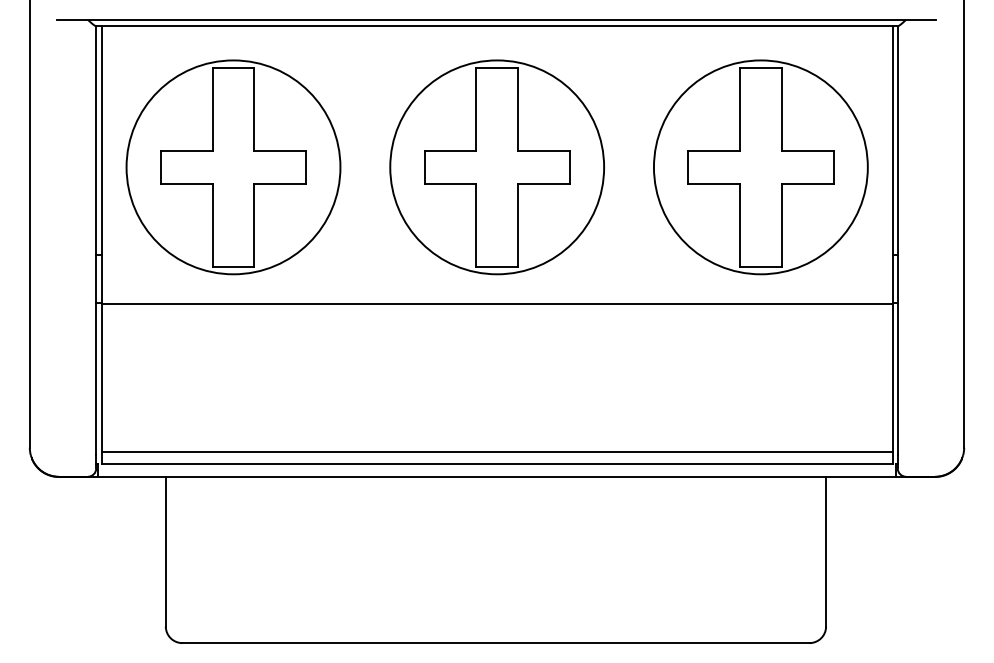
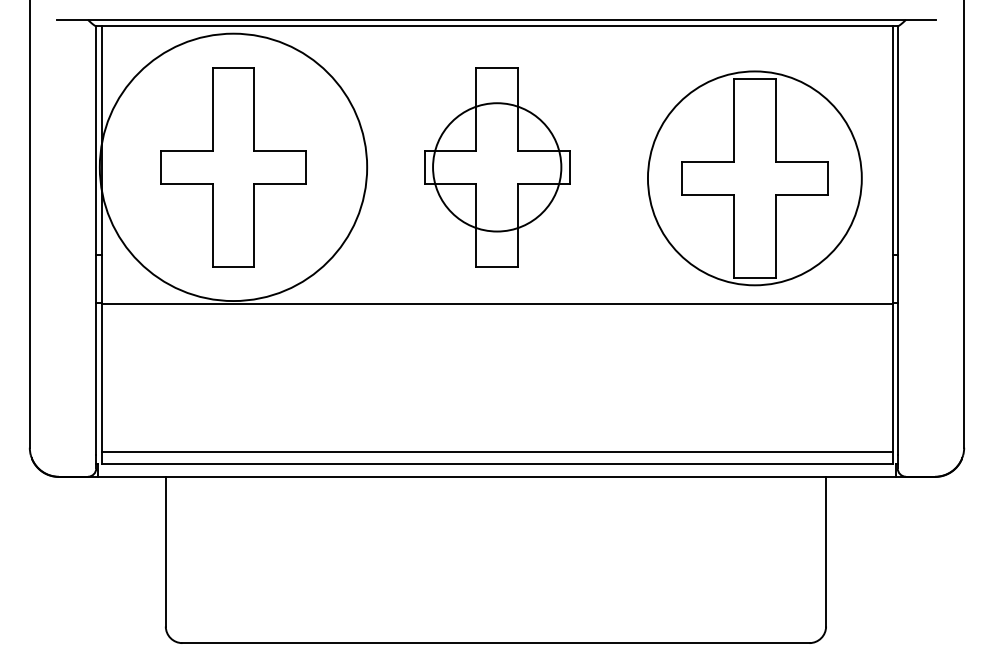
circle at (233, 167) diameter: 214 px -> 267 px
circle at (497, 167) diameter: 214 px -> 128 px
part at (760, 167) position: (760, 167) -> (754, 178)
